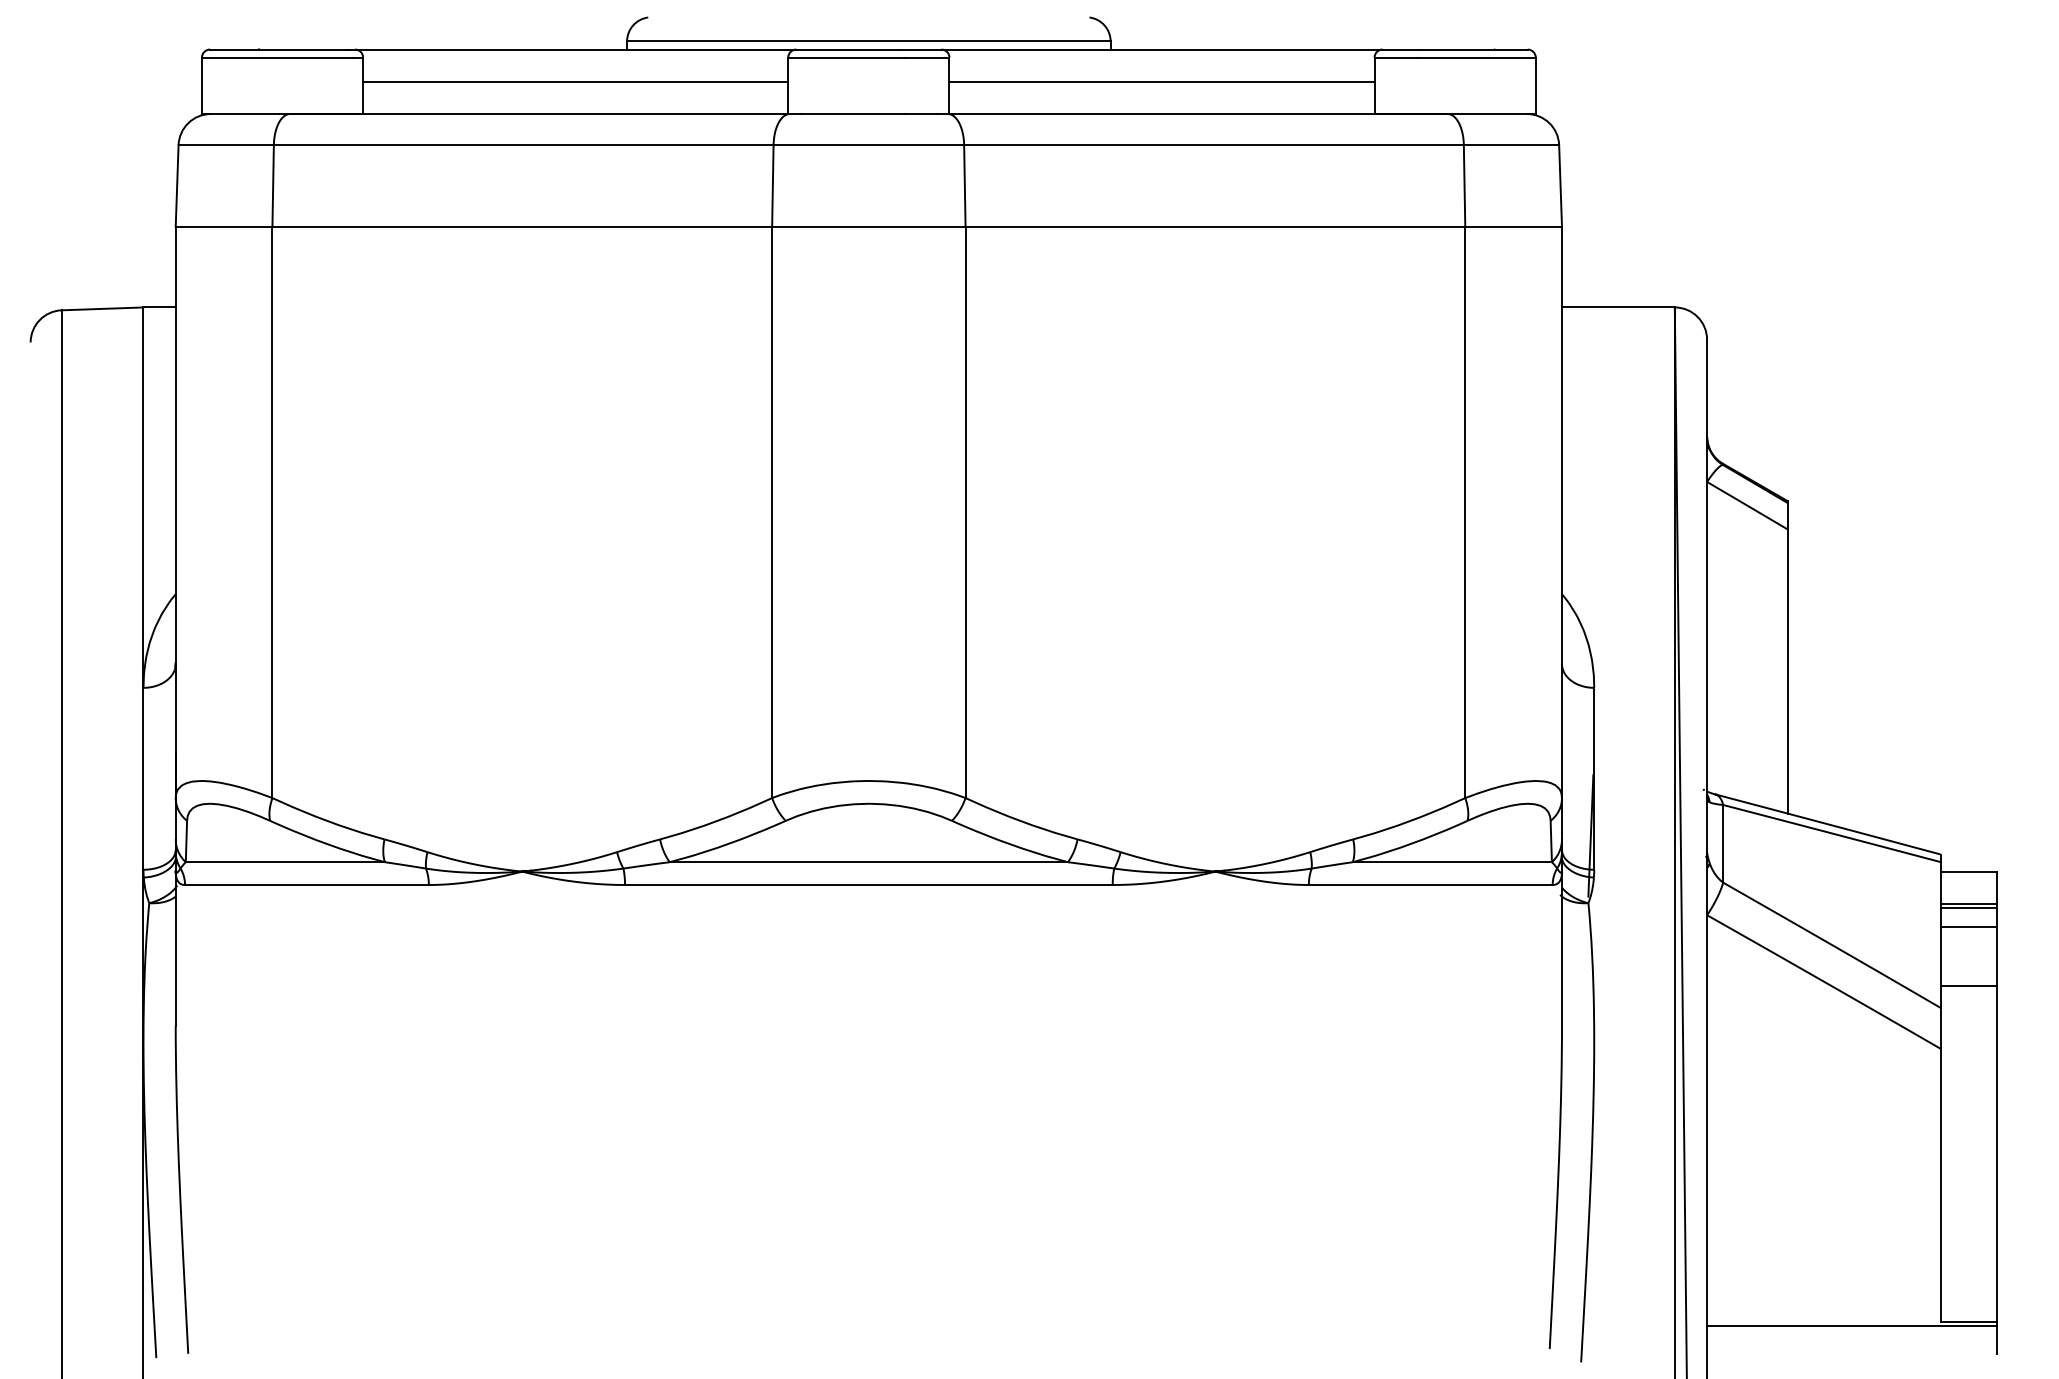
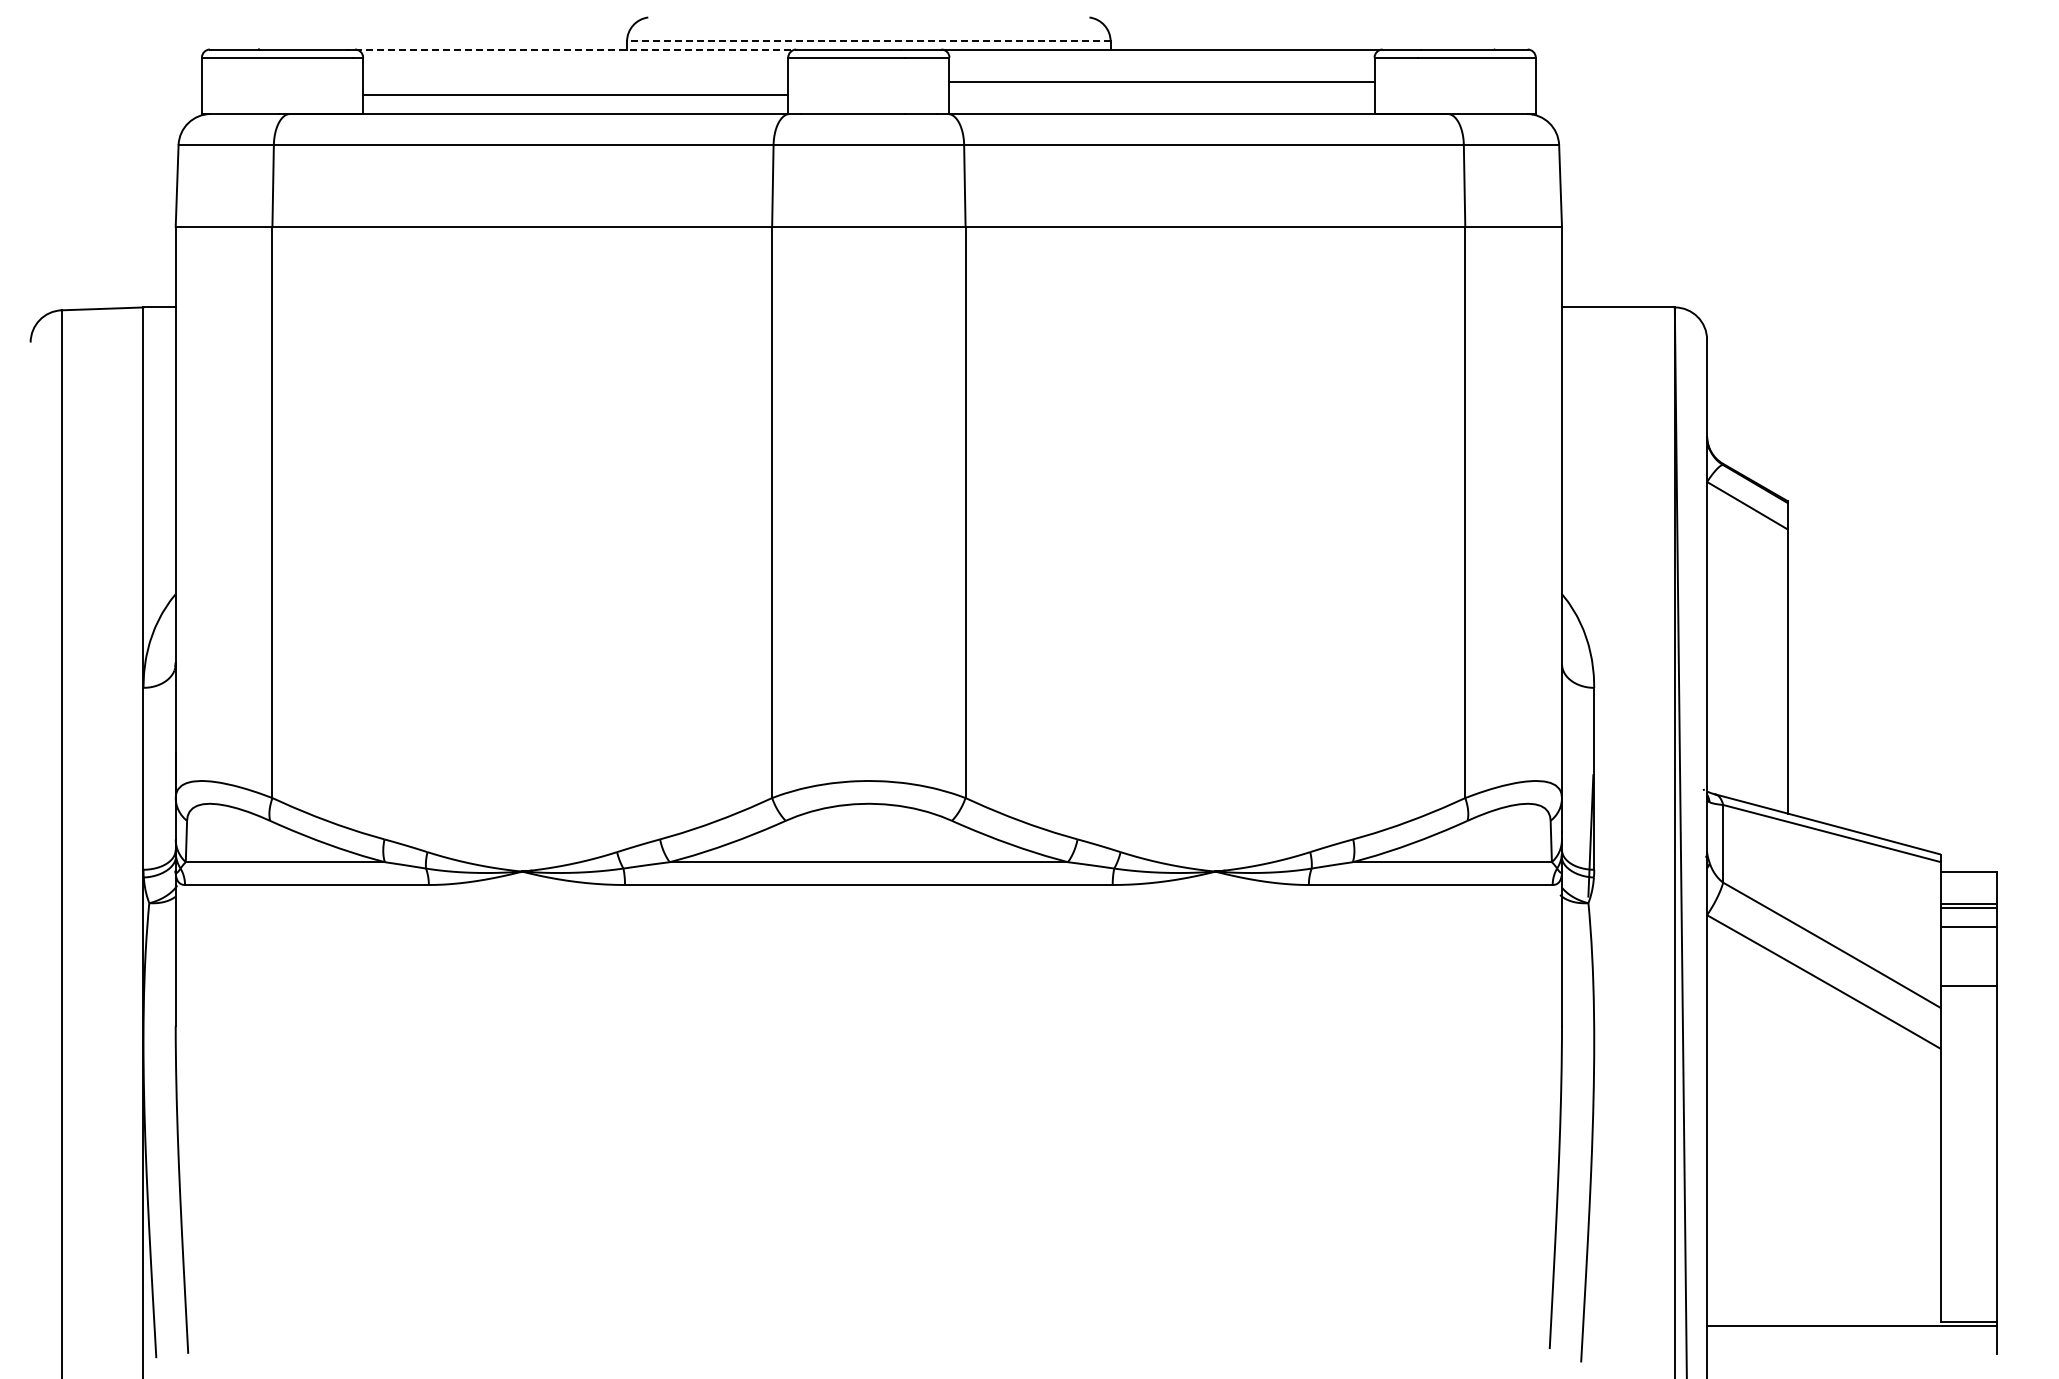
line at (868, 41): solid -> dashed
line at (575, 49): solid -> dashed
line at (575, 81) position: (575, 81) -> (575, 94)
